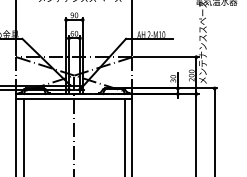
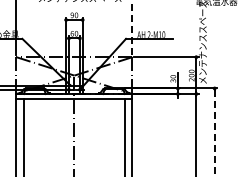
line at (132, 27): solid -> dashed
line at (214, 133): solid -> dashed
